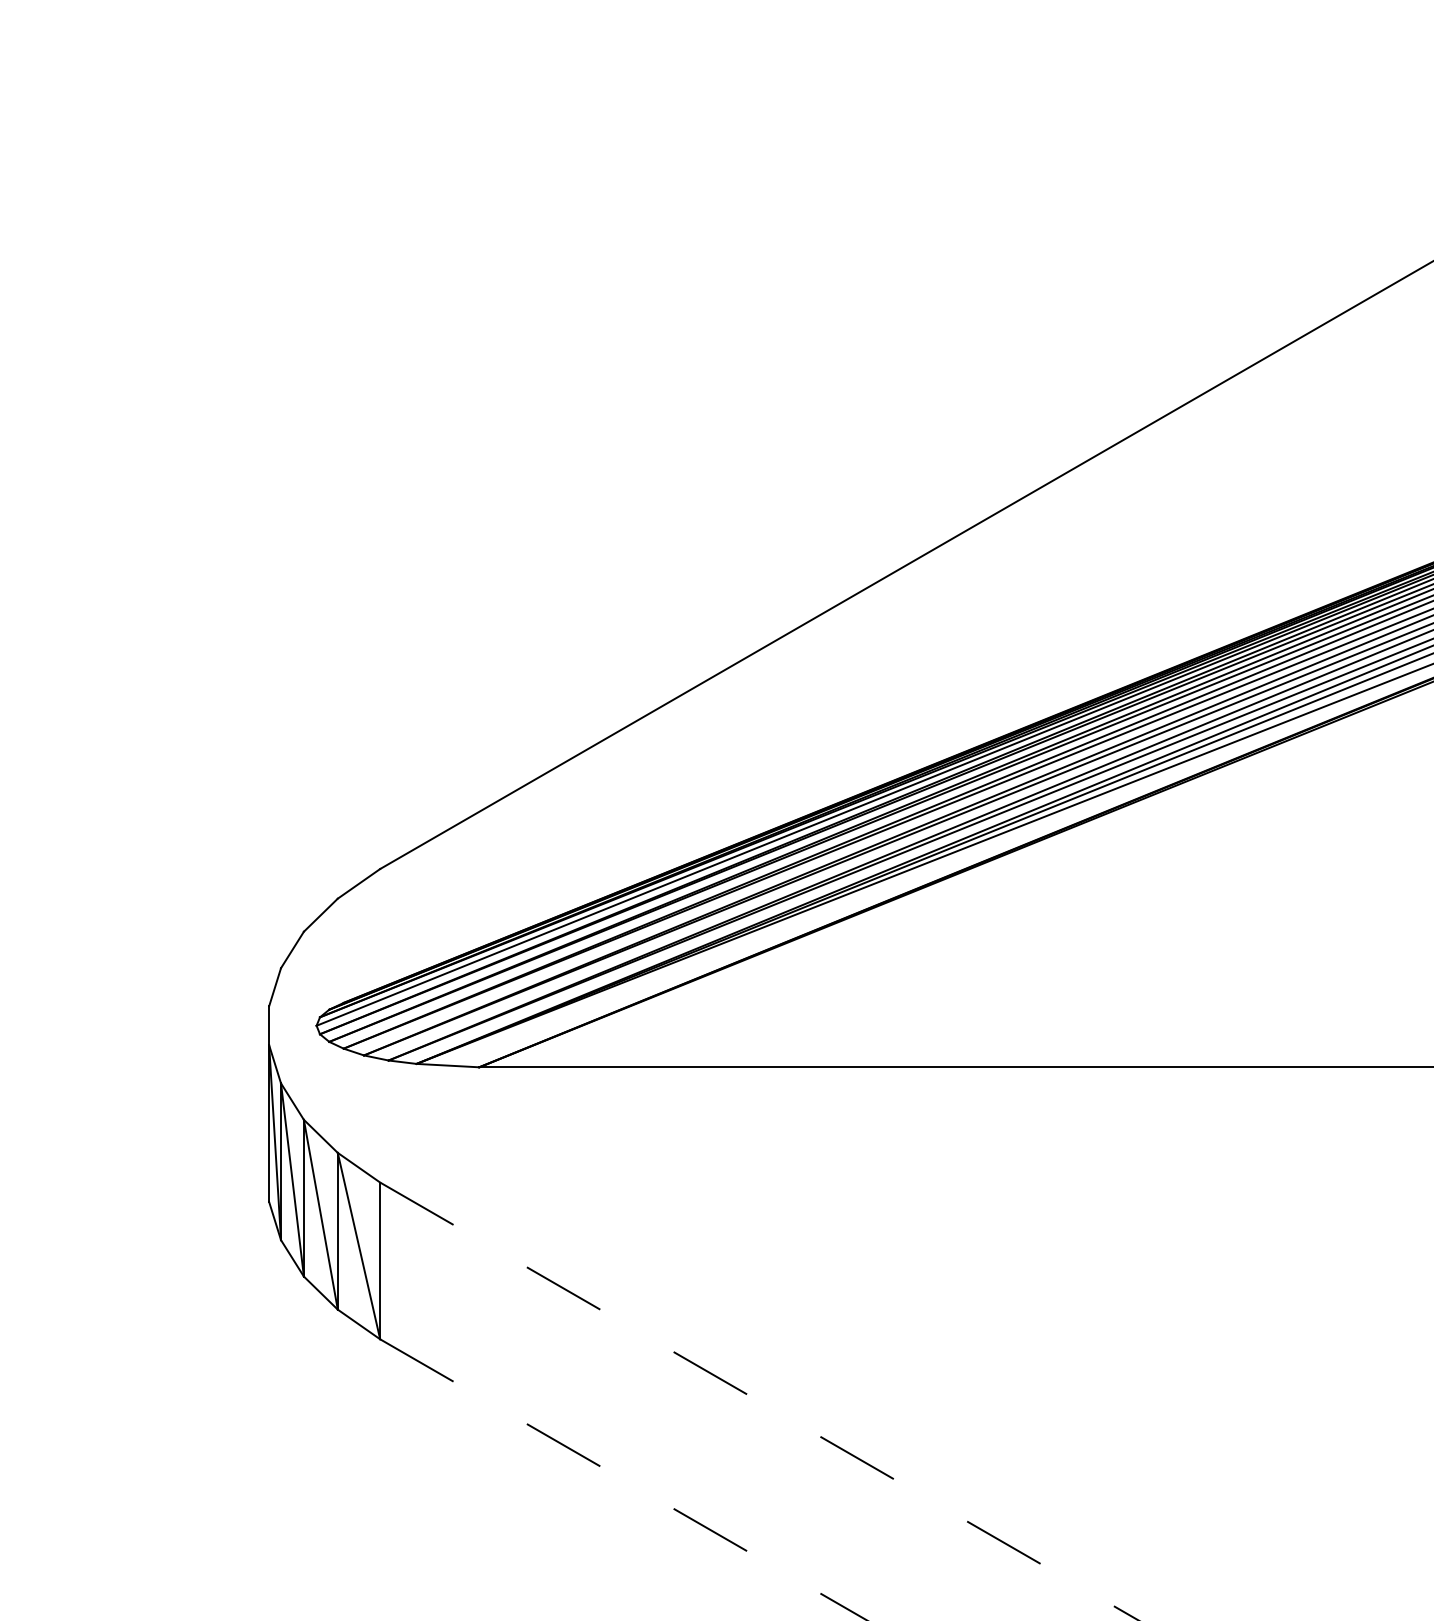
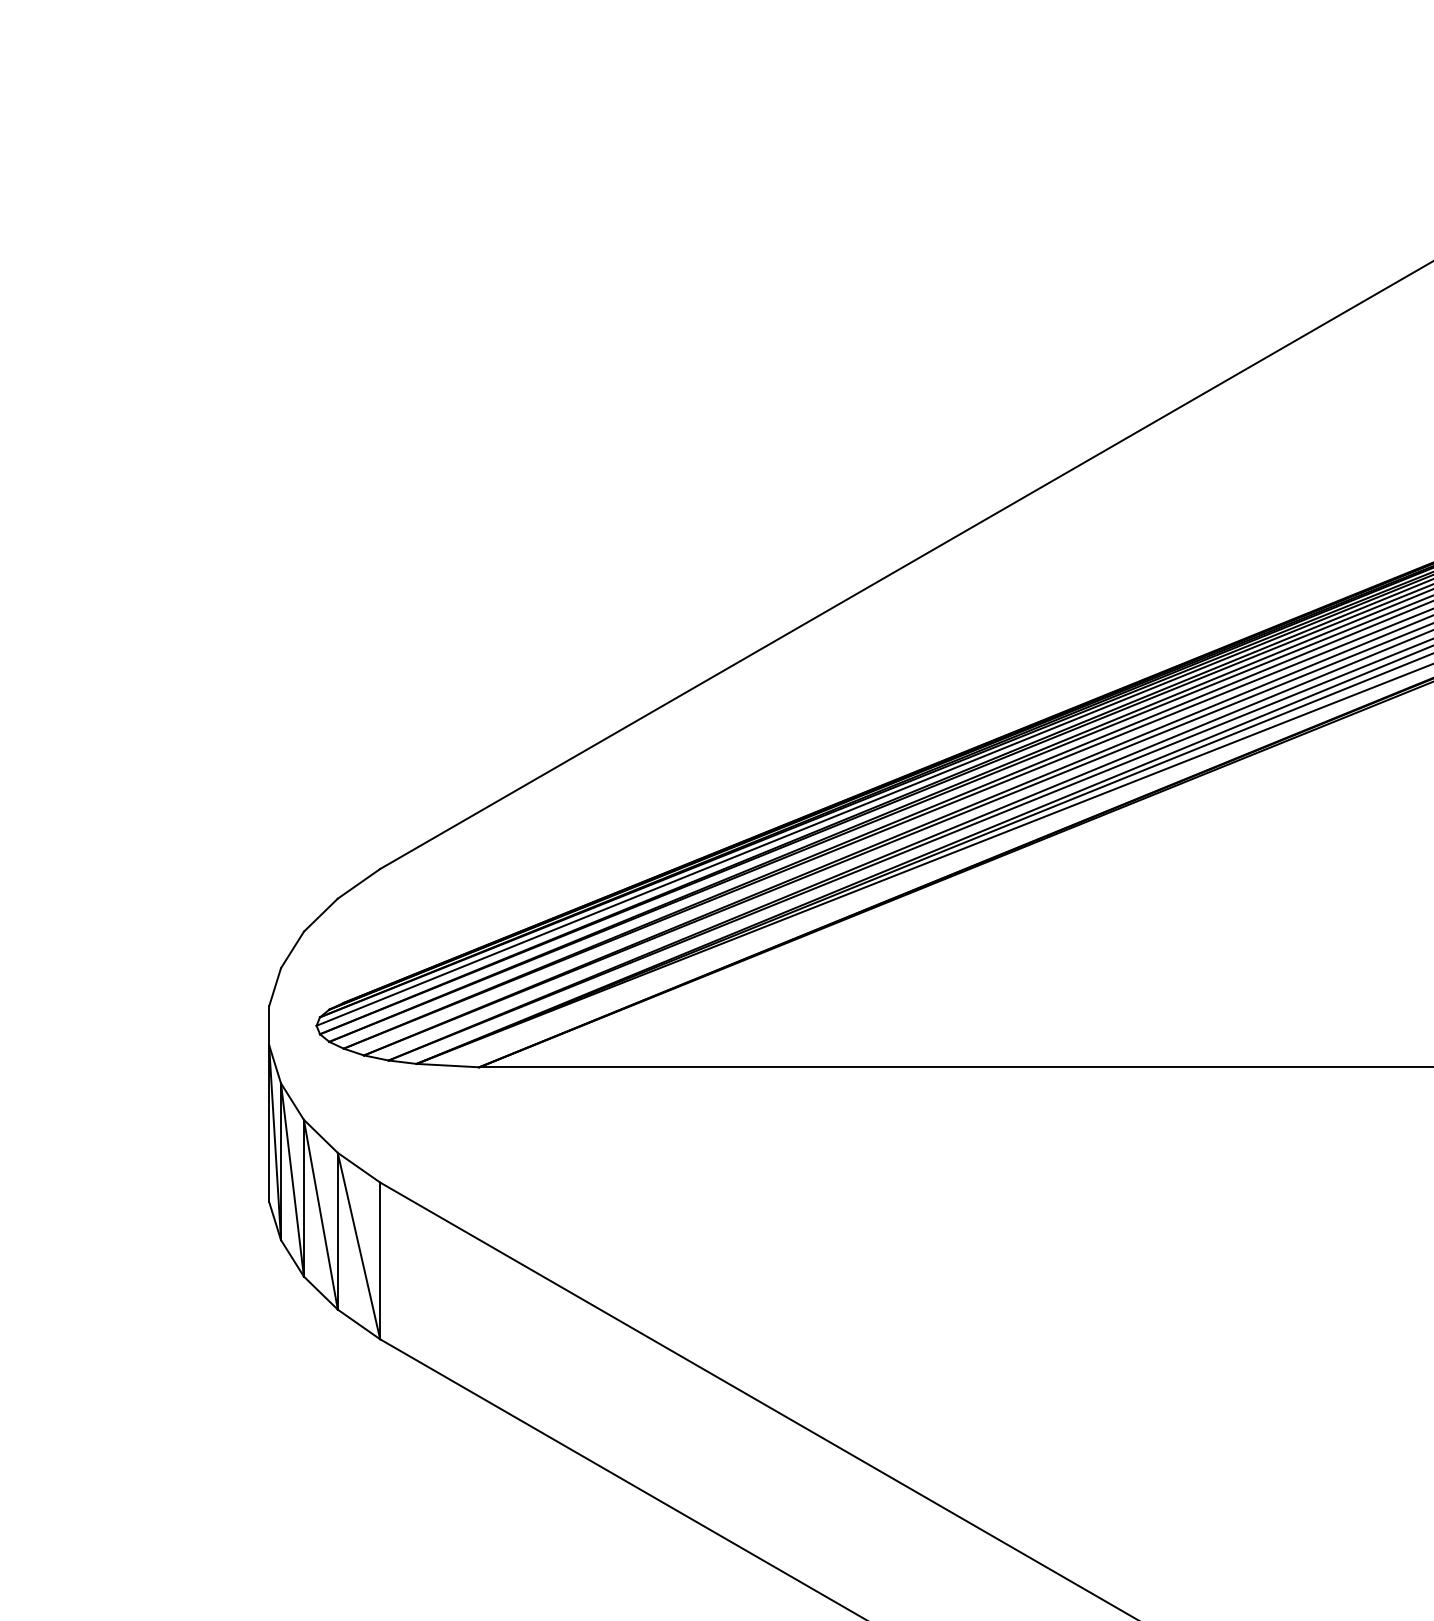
line at (760, 1402): dashed -> solid
line at (624, 1480): dashed -> solid
